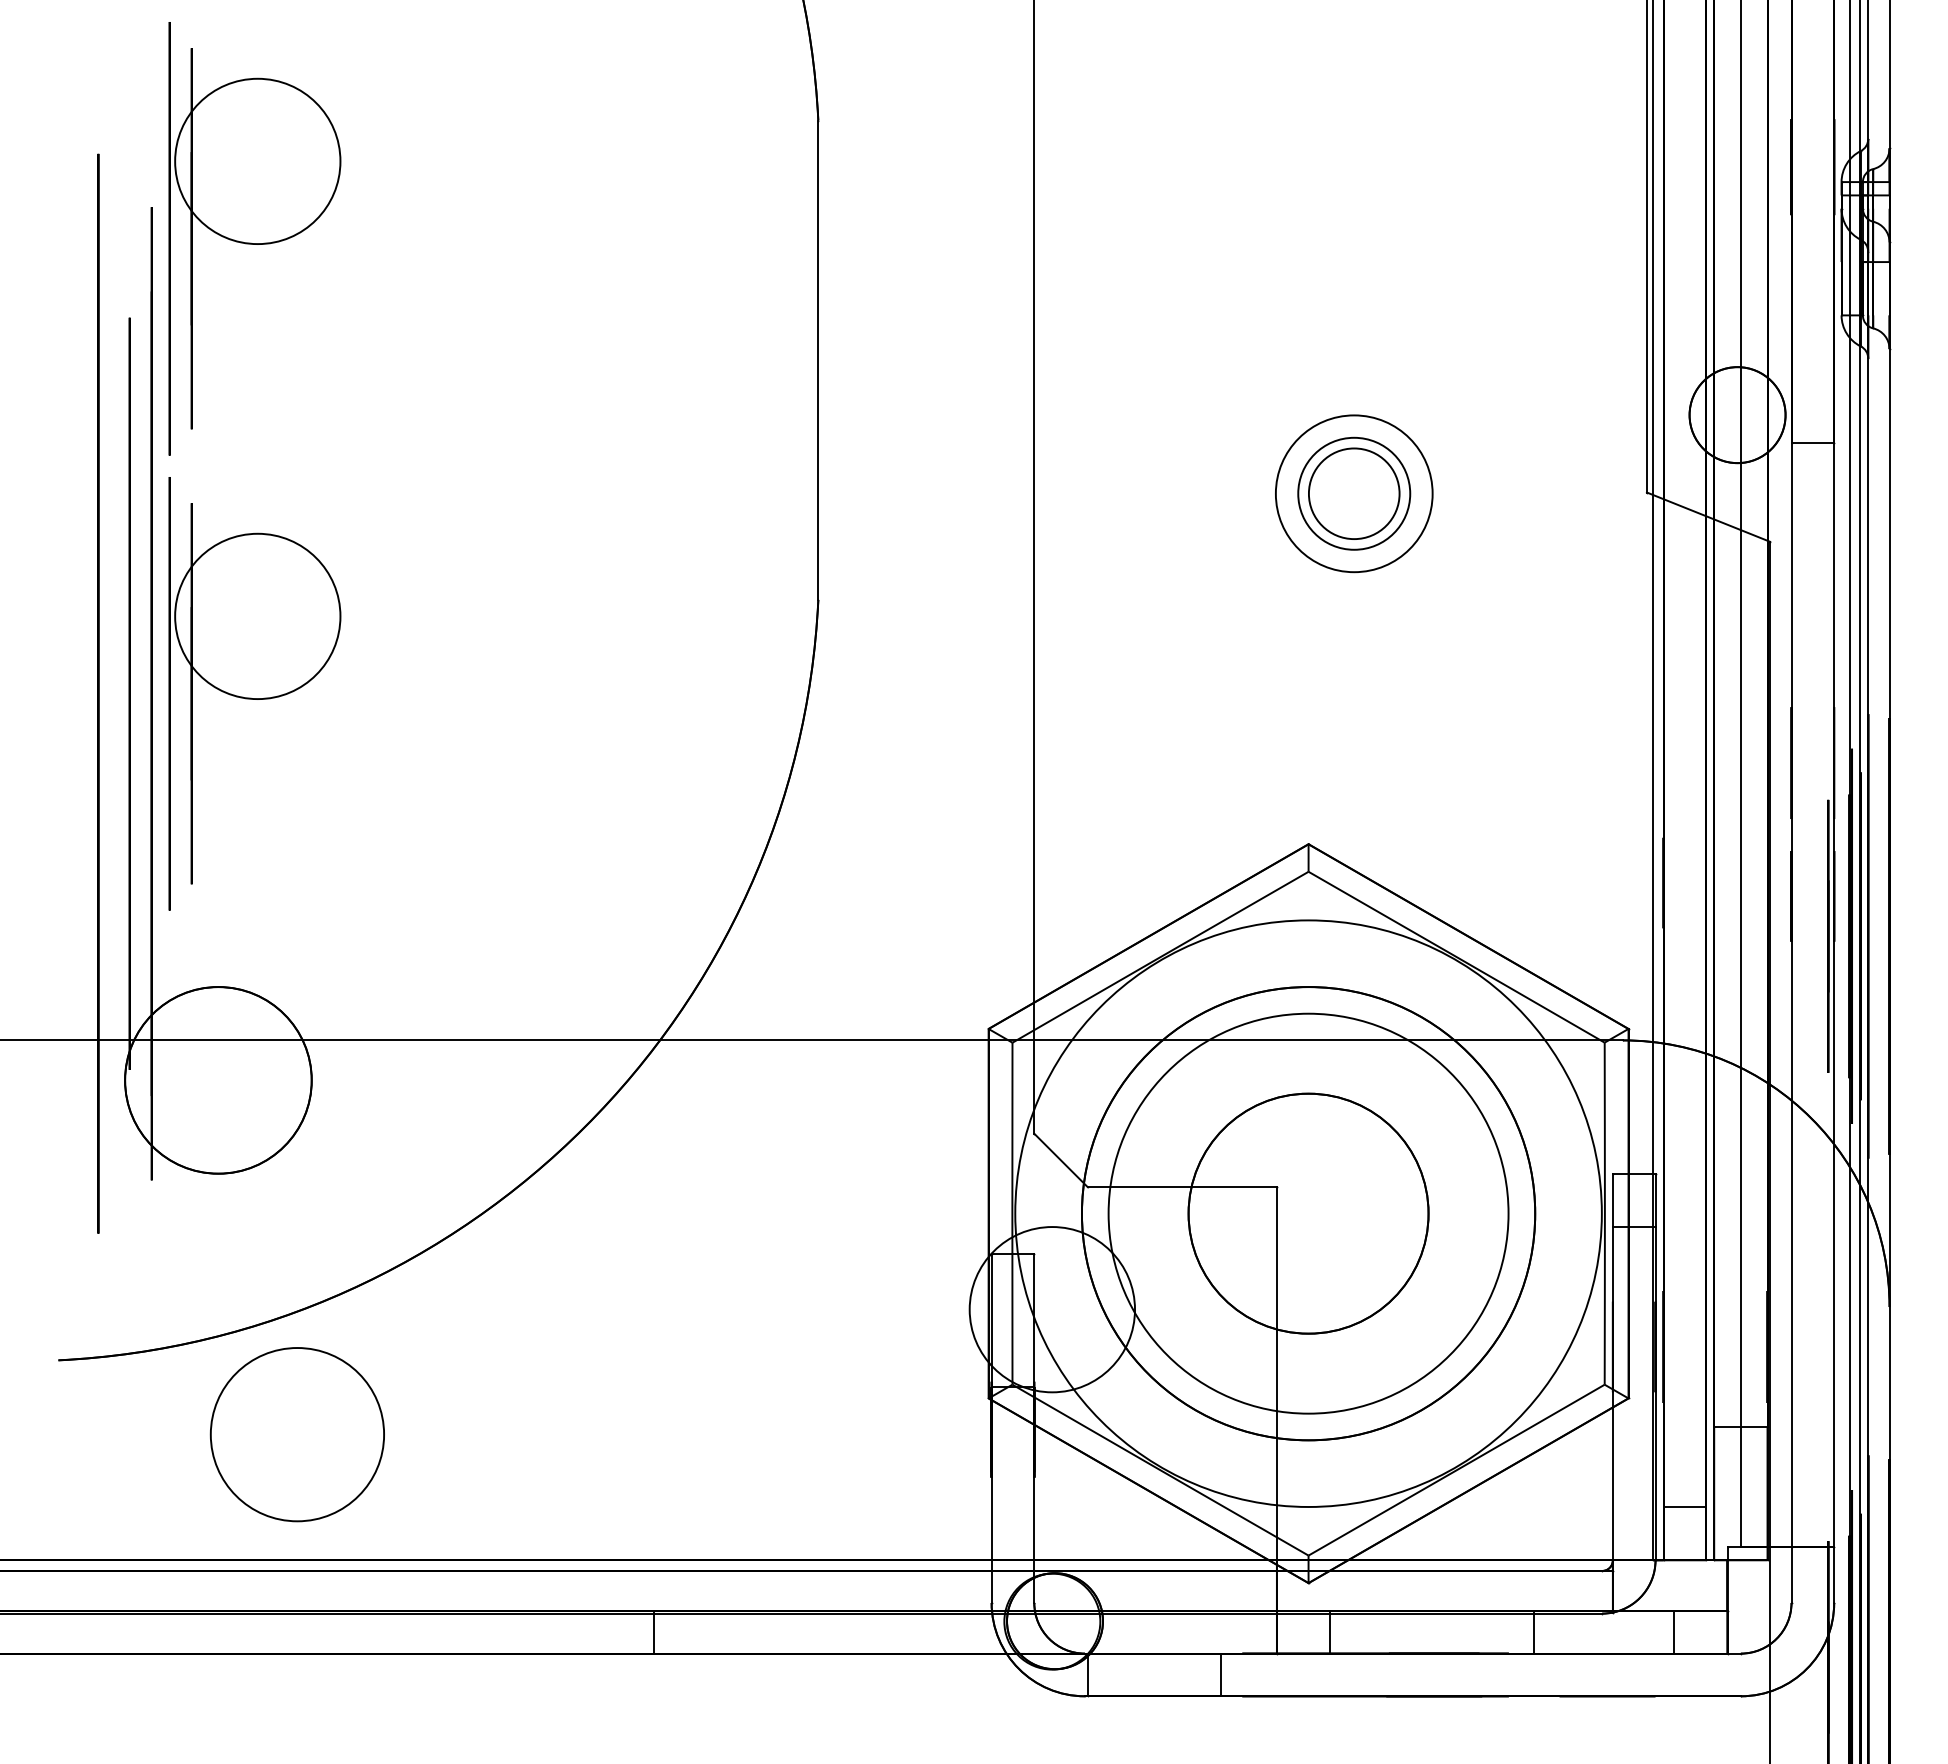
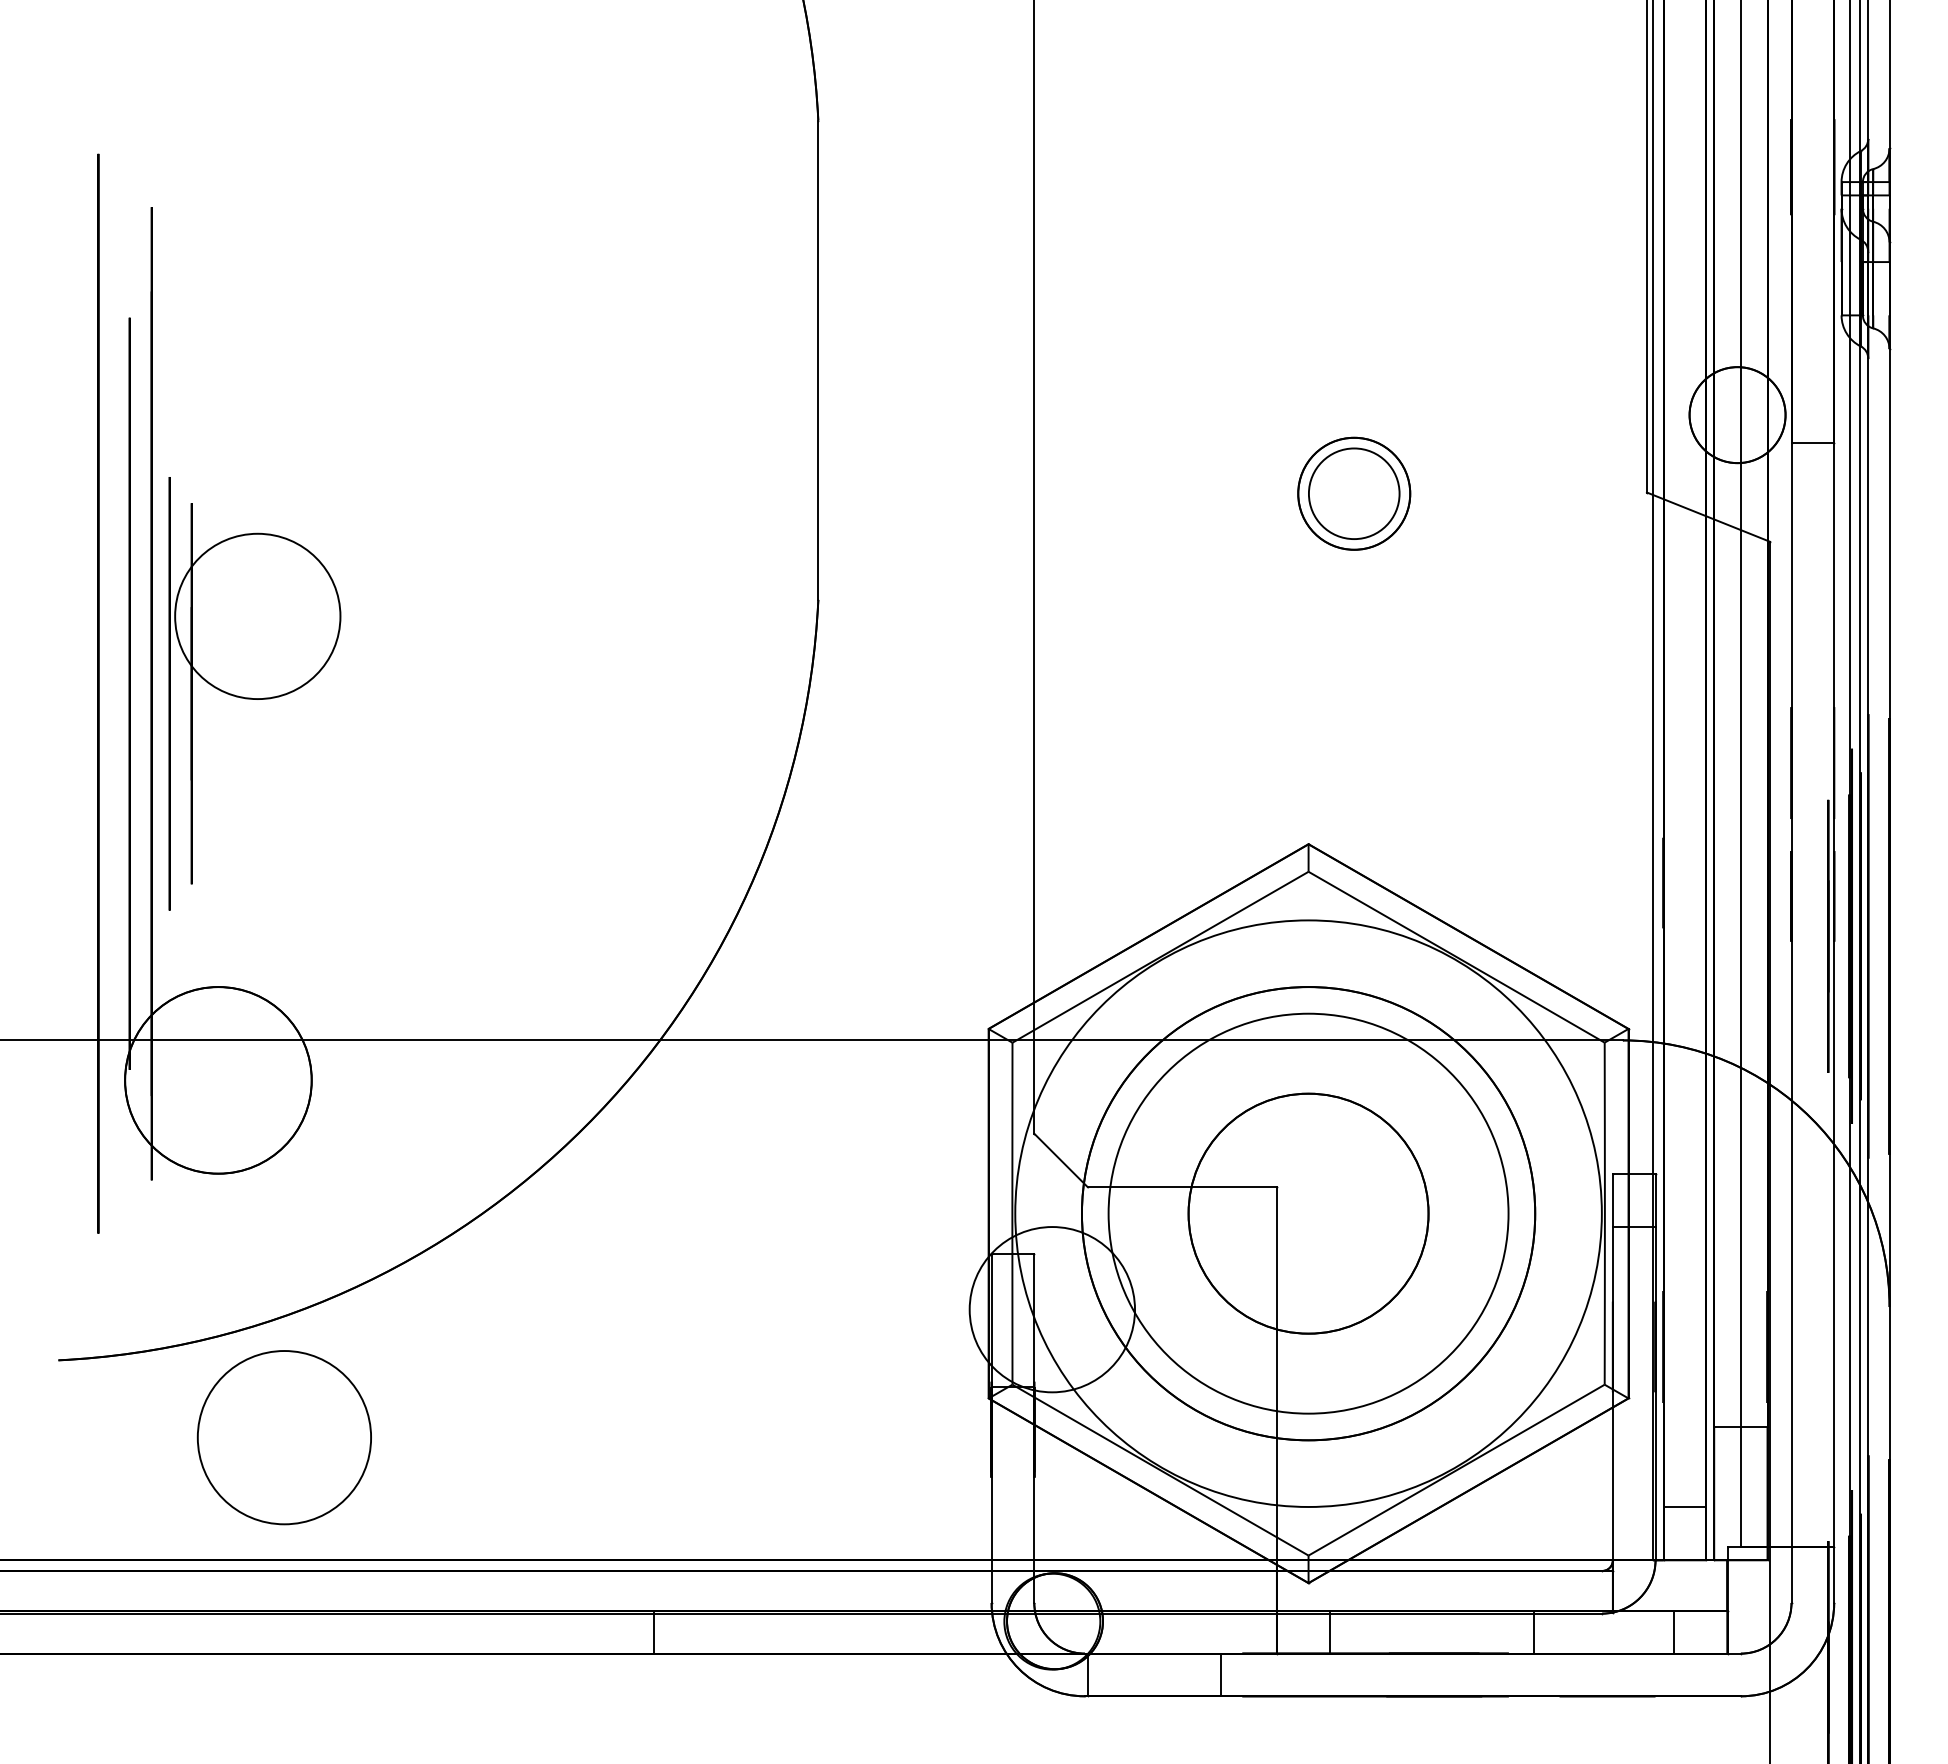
part at (254, 238): present -> none
circle at (1353, 493) diameter: 157 px -> 112 px
circle at (296, 1434) position: (296, 1434) -> (283, 1437)
